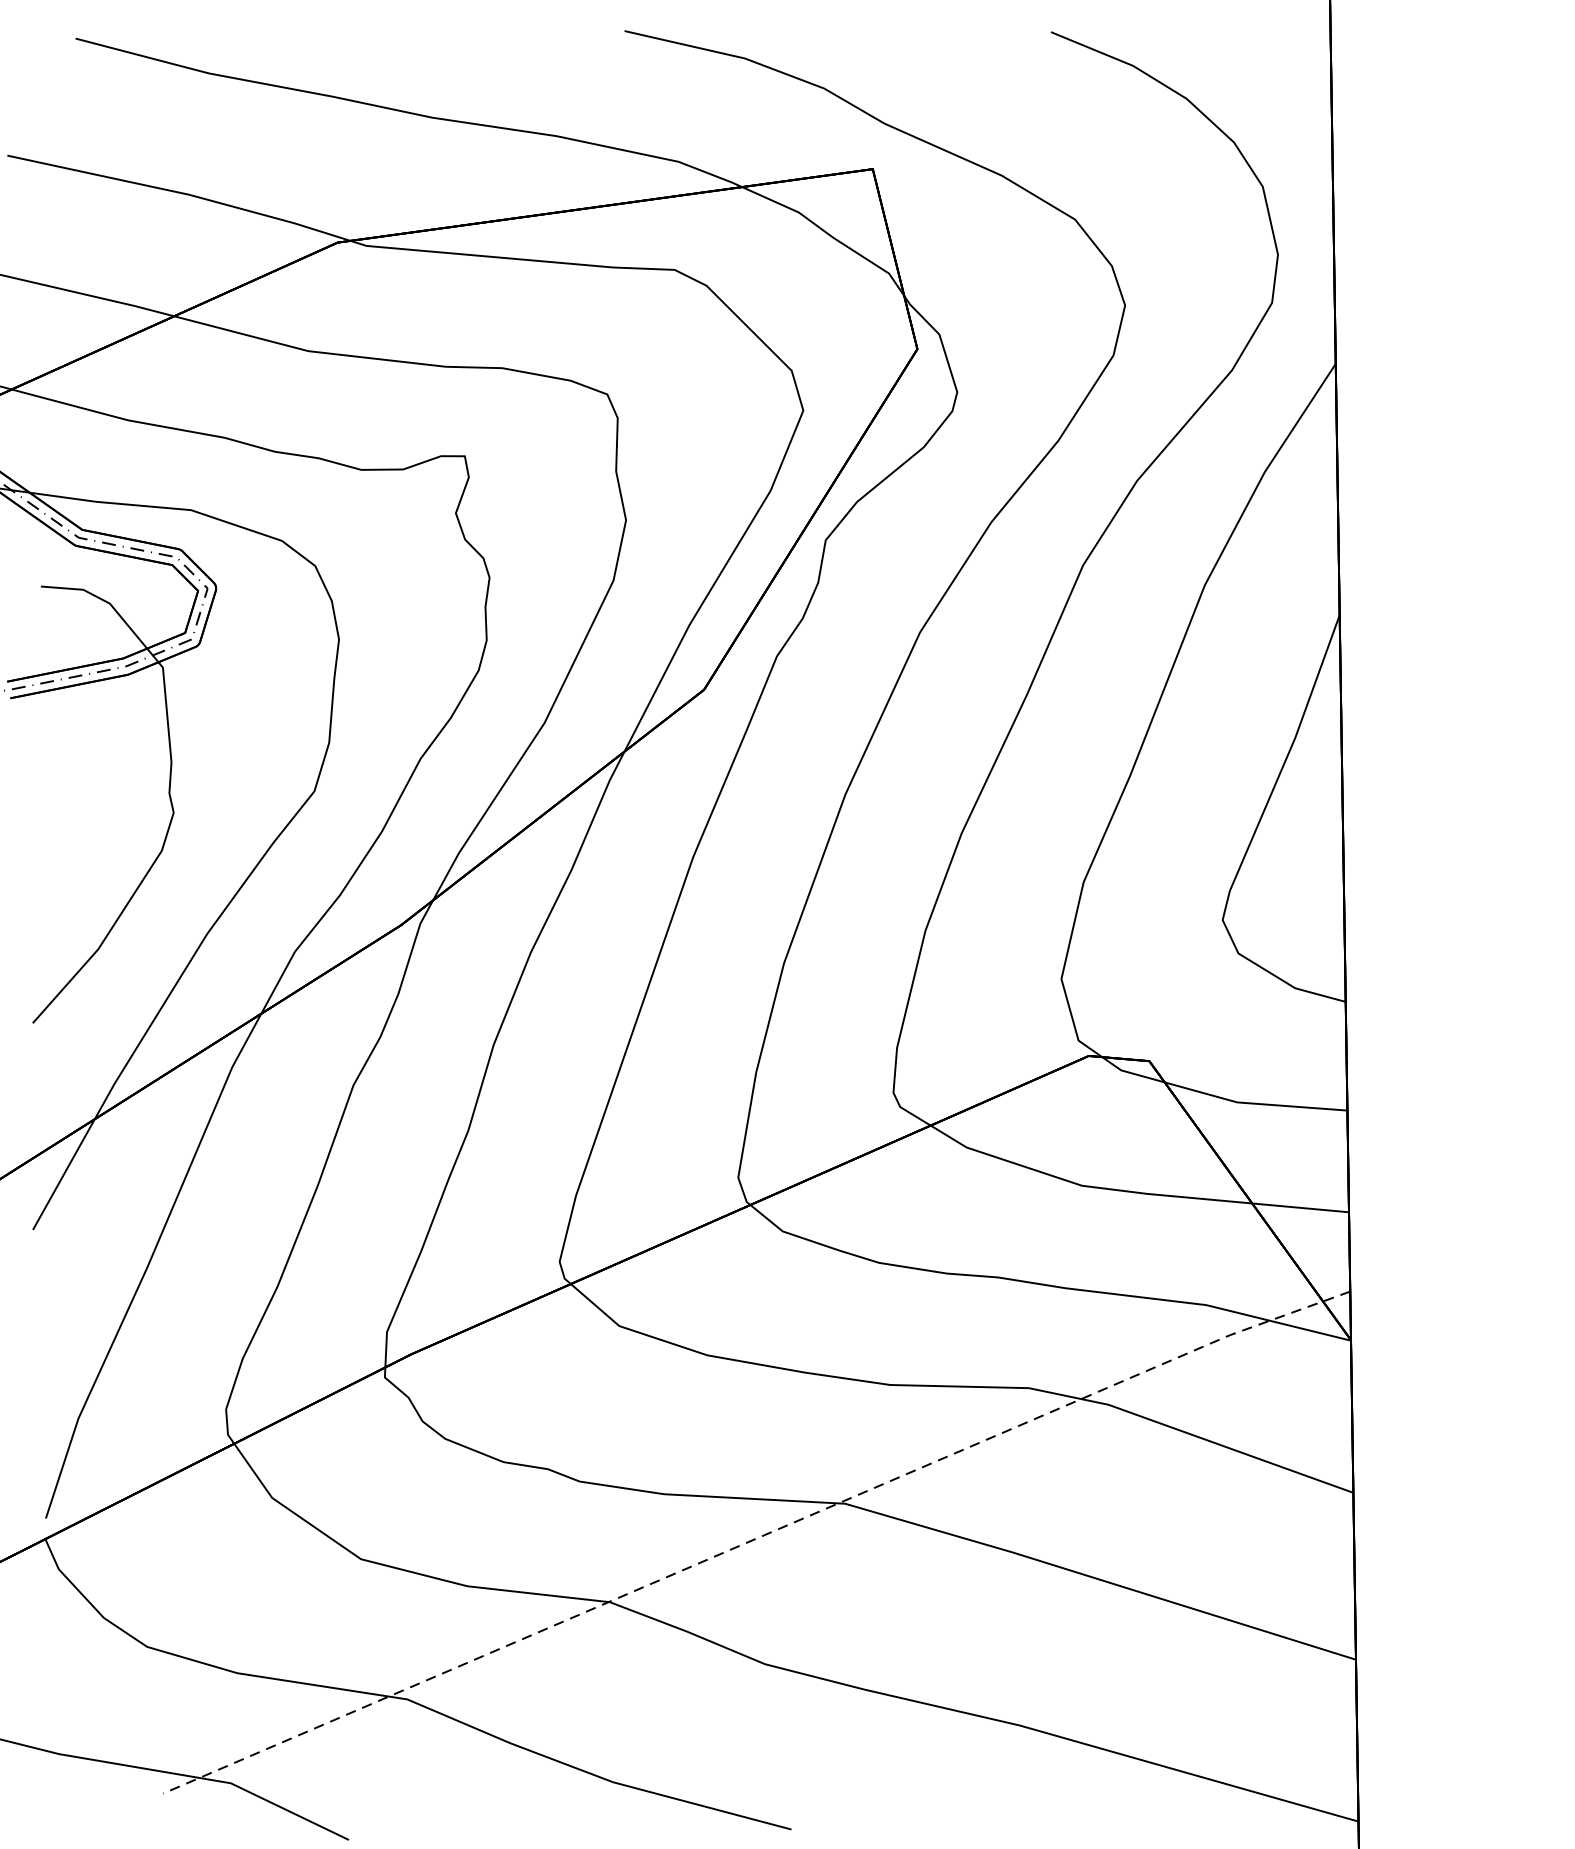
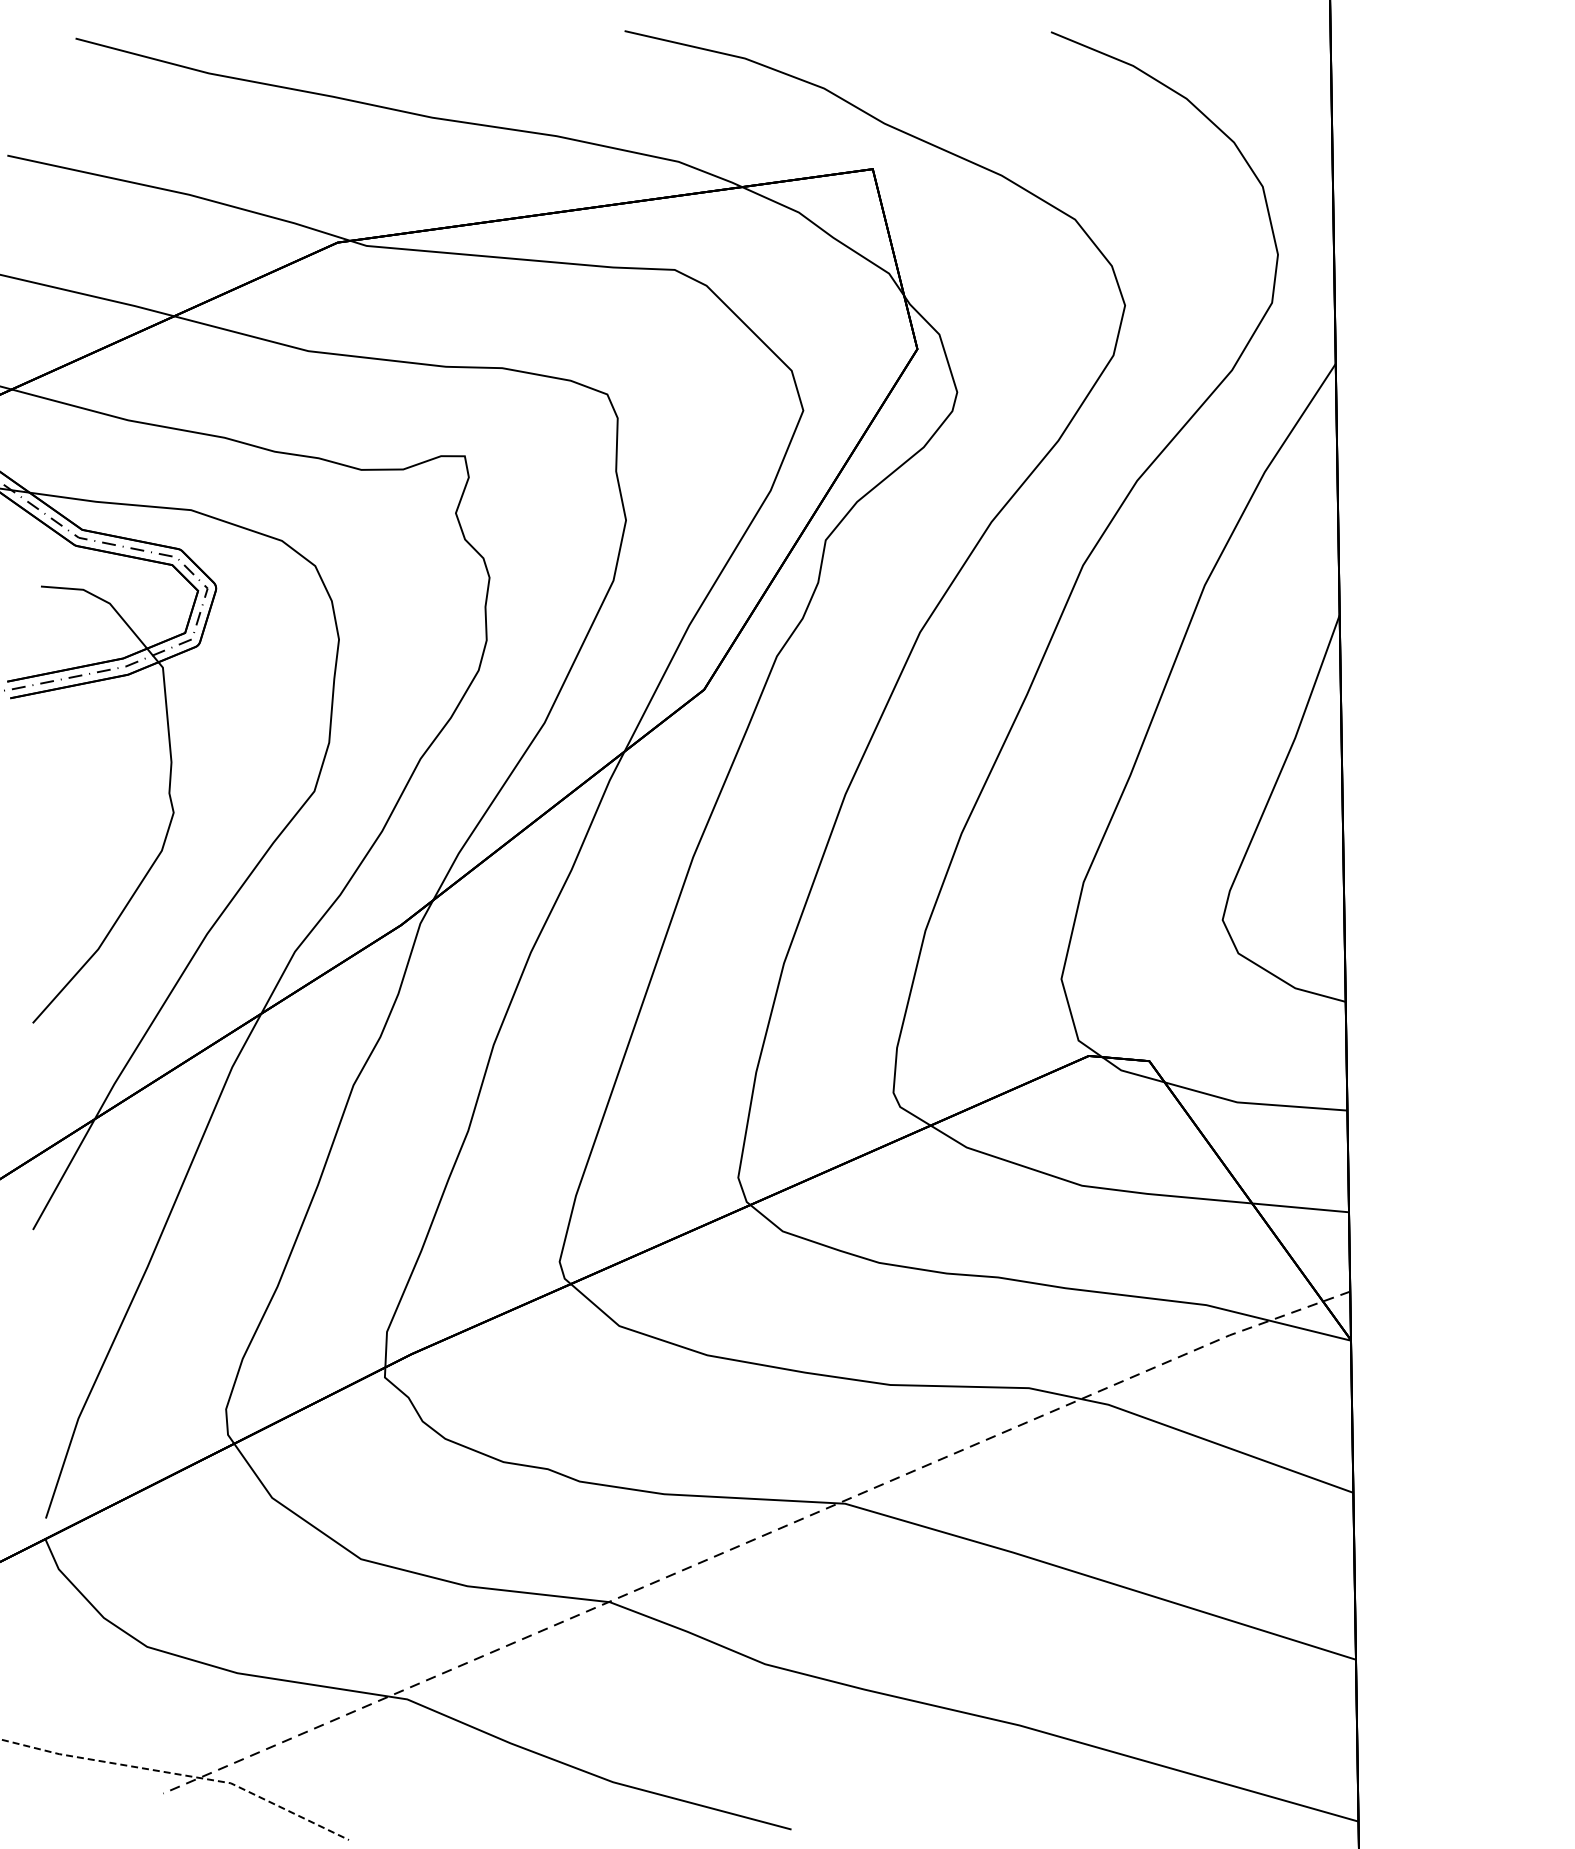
line at (179, 1774): solid -> dashed
